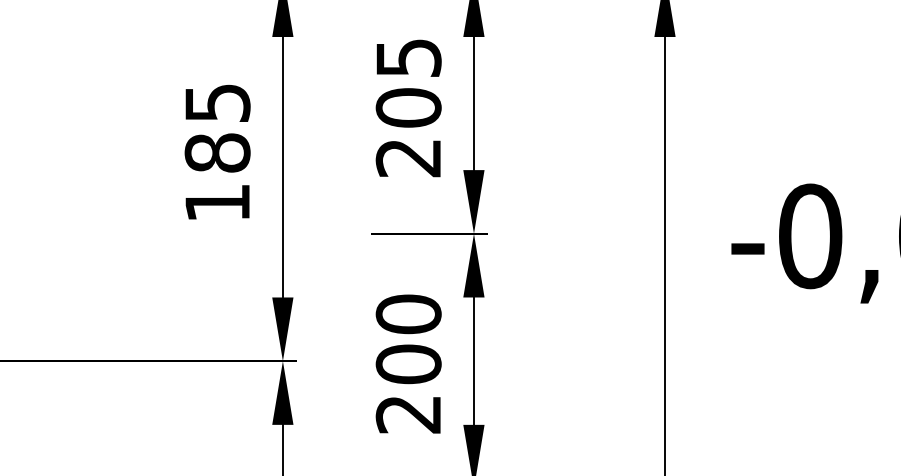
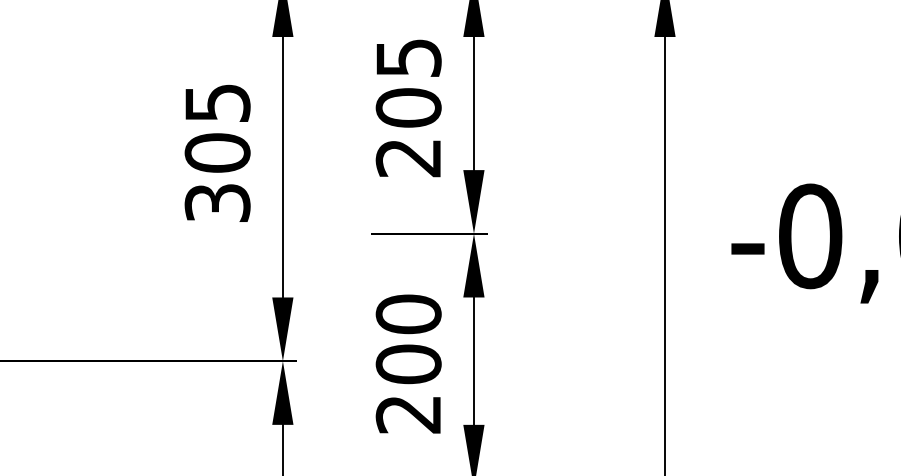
text at (217, 177): 185 -> 305
